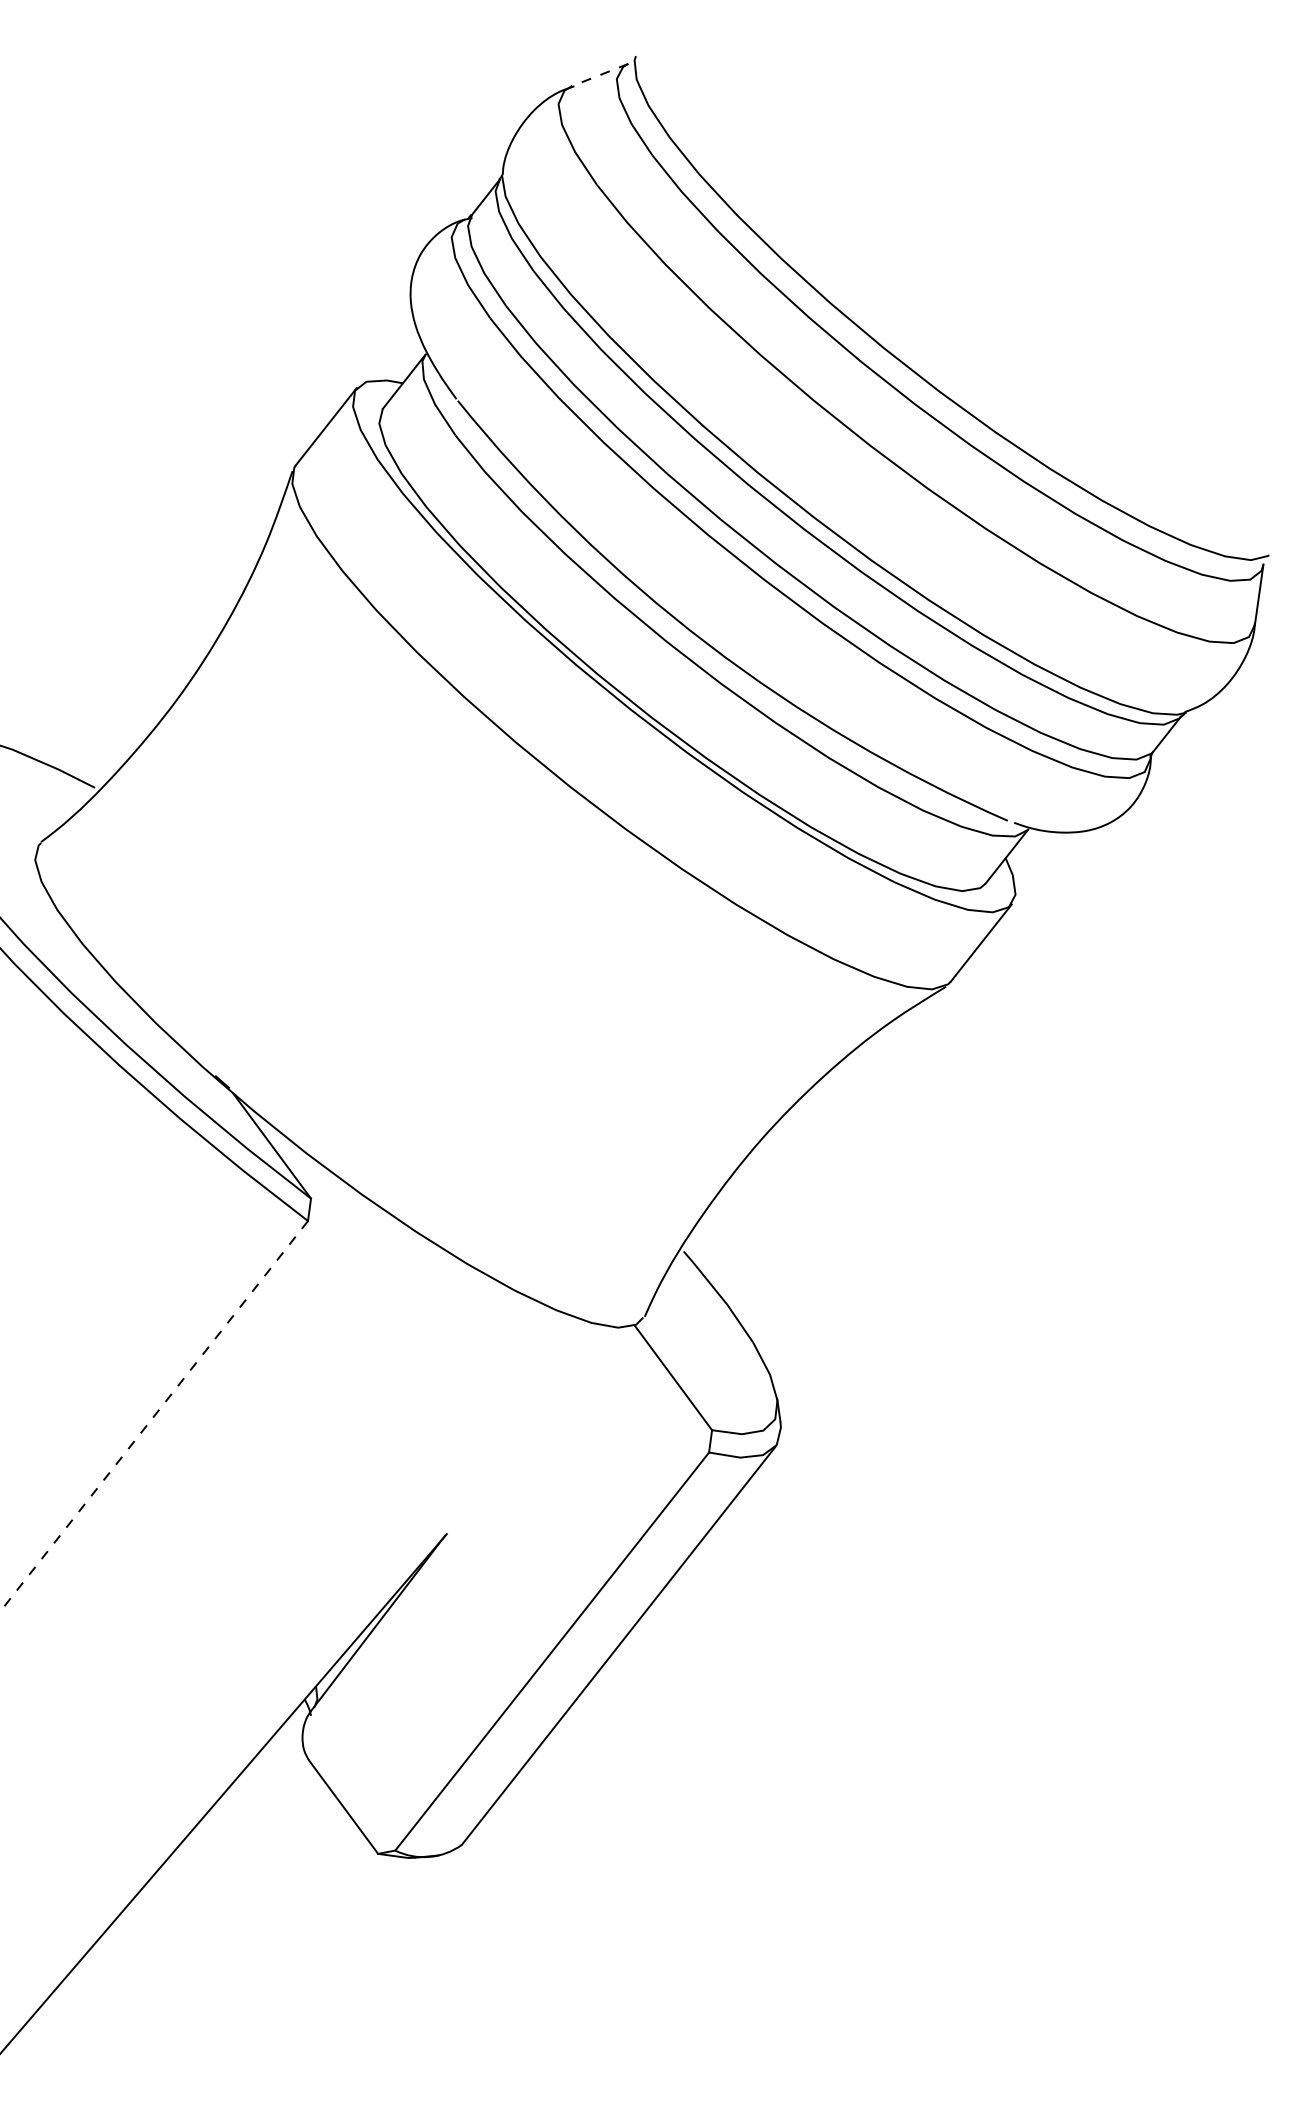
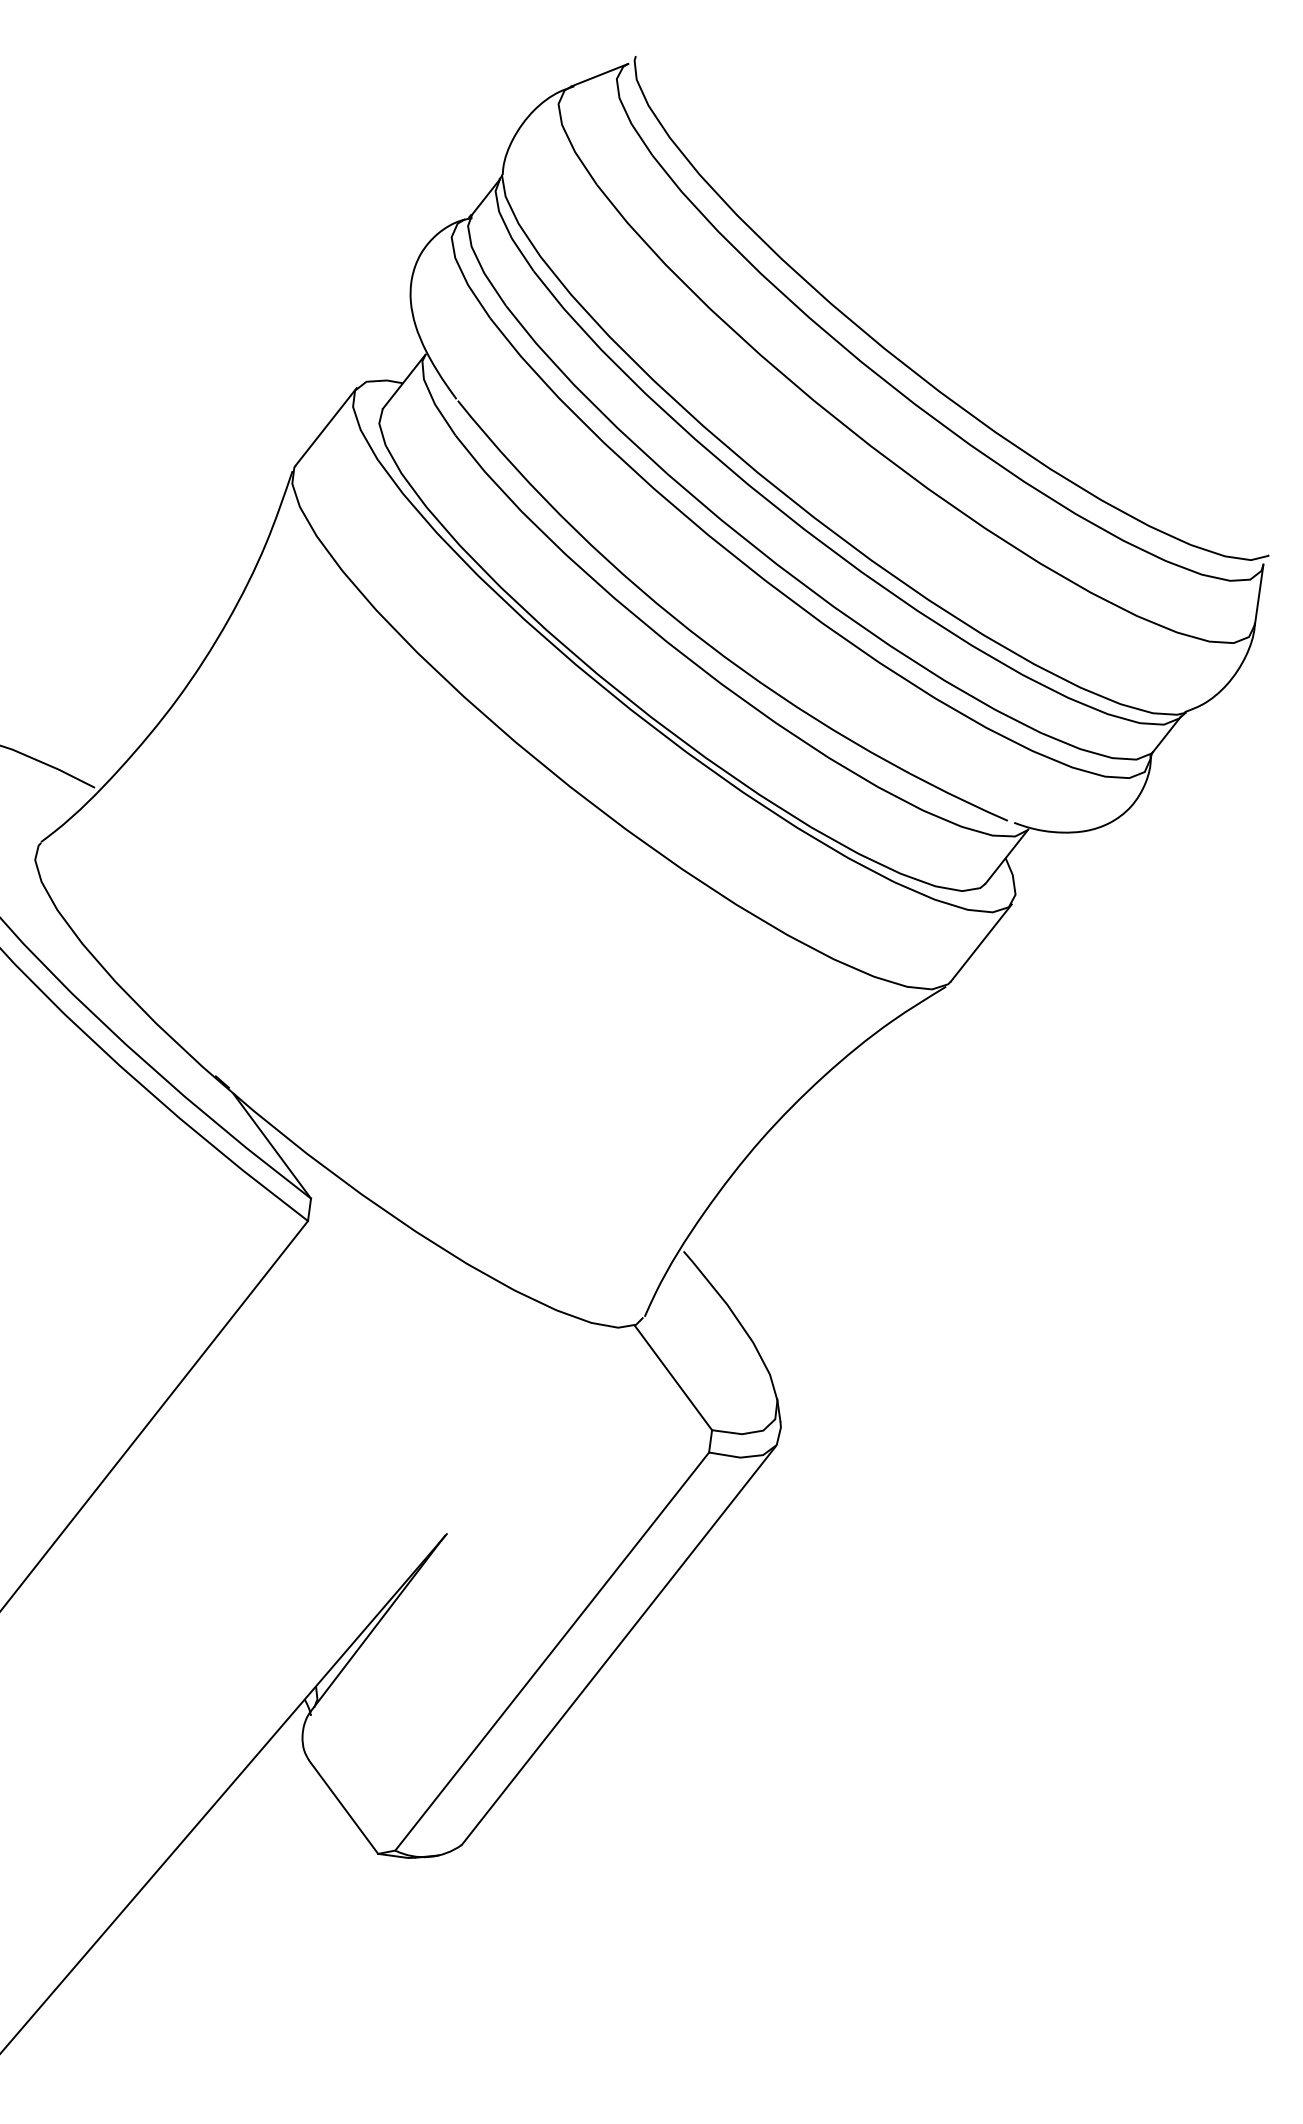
line at (599, 75): dashed -> solid
line at (153, 1416): dashed -> solid
